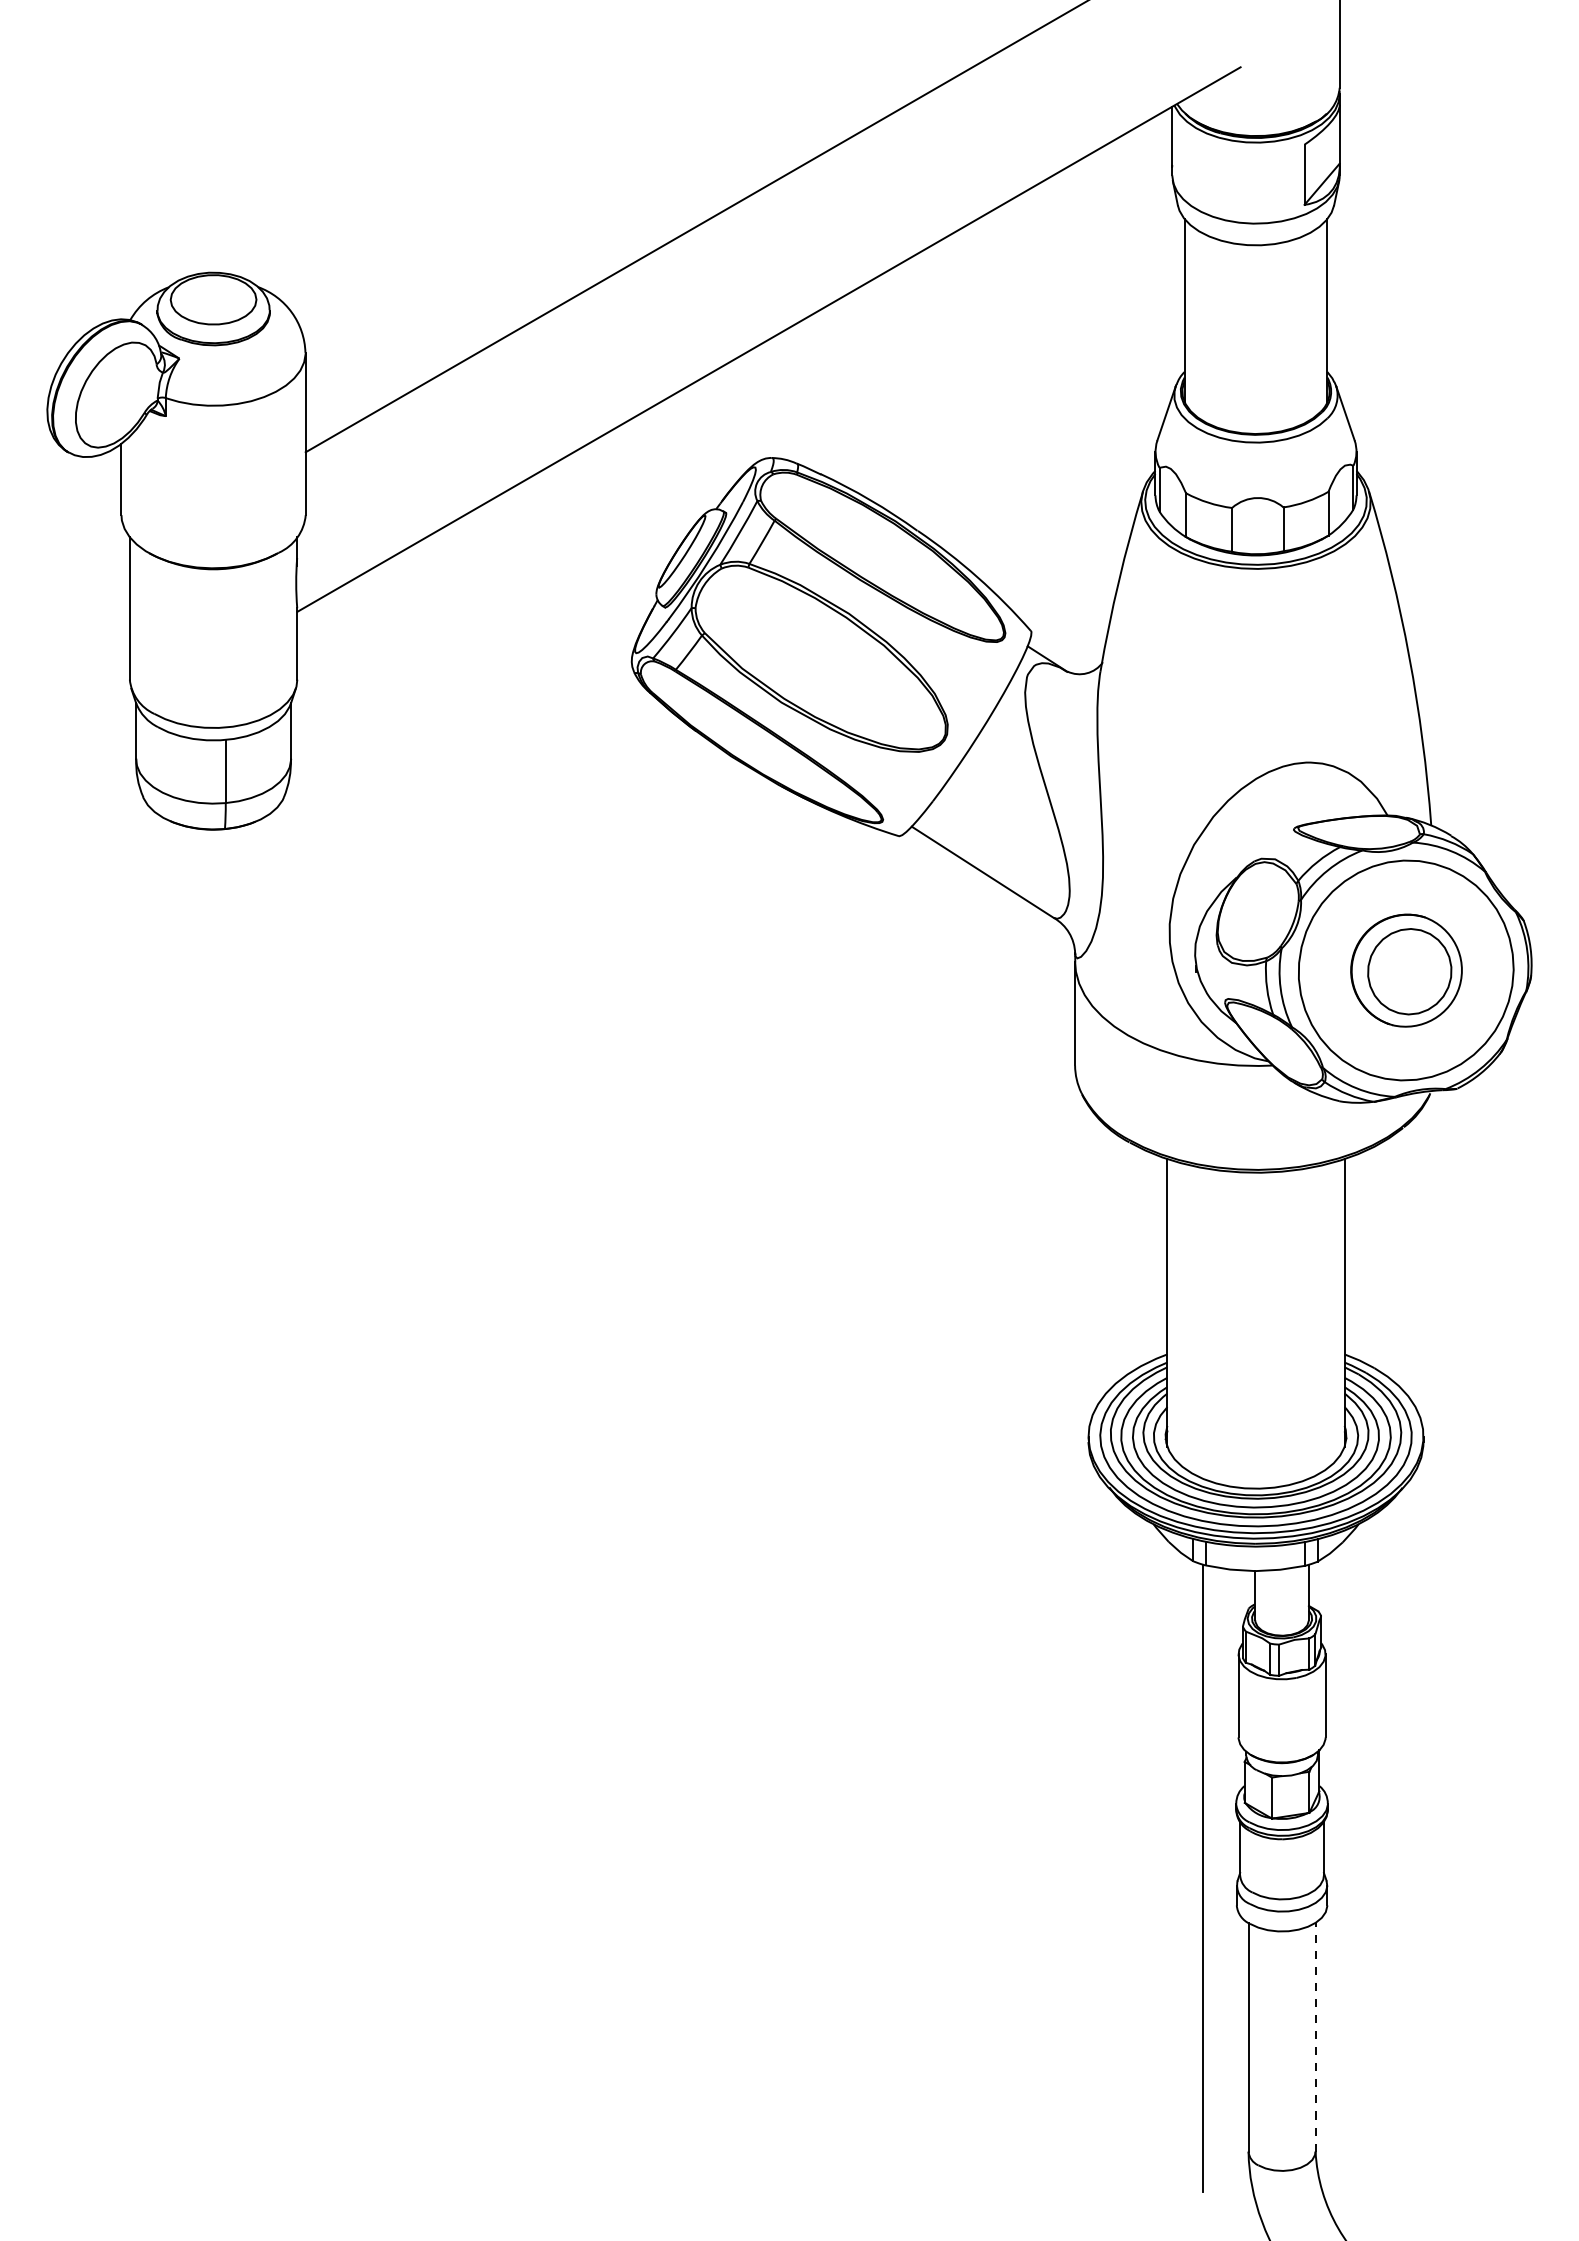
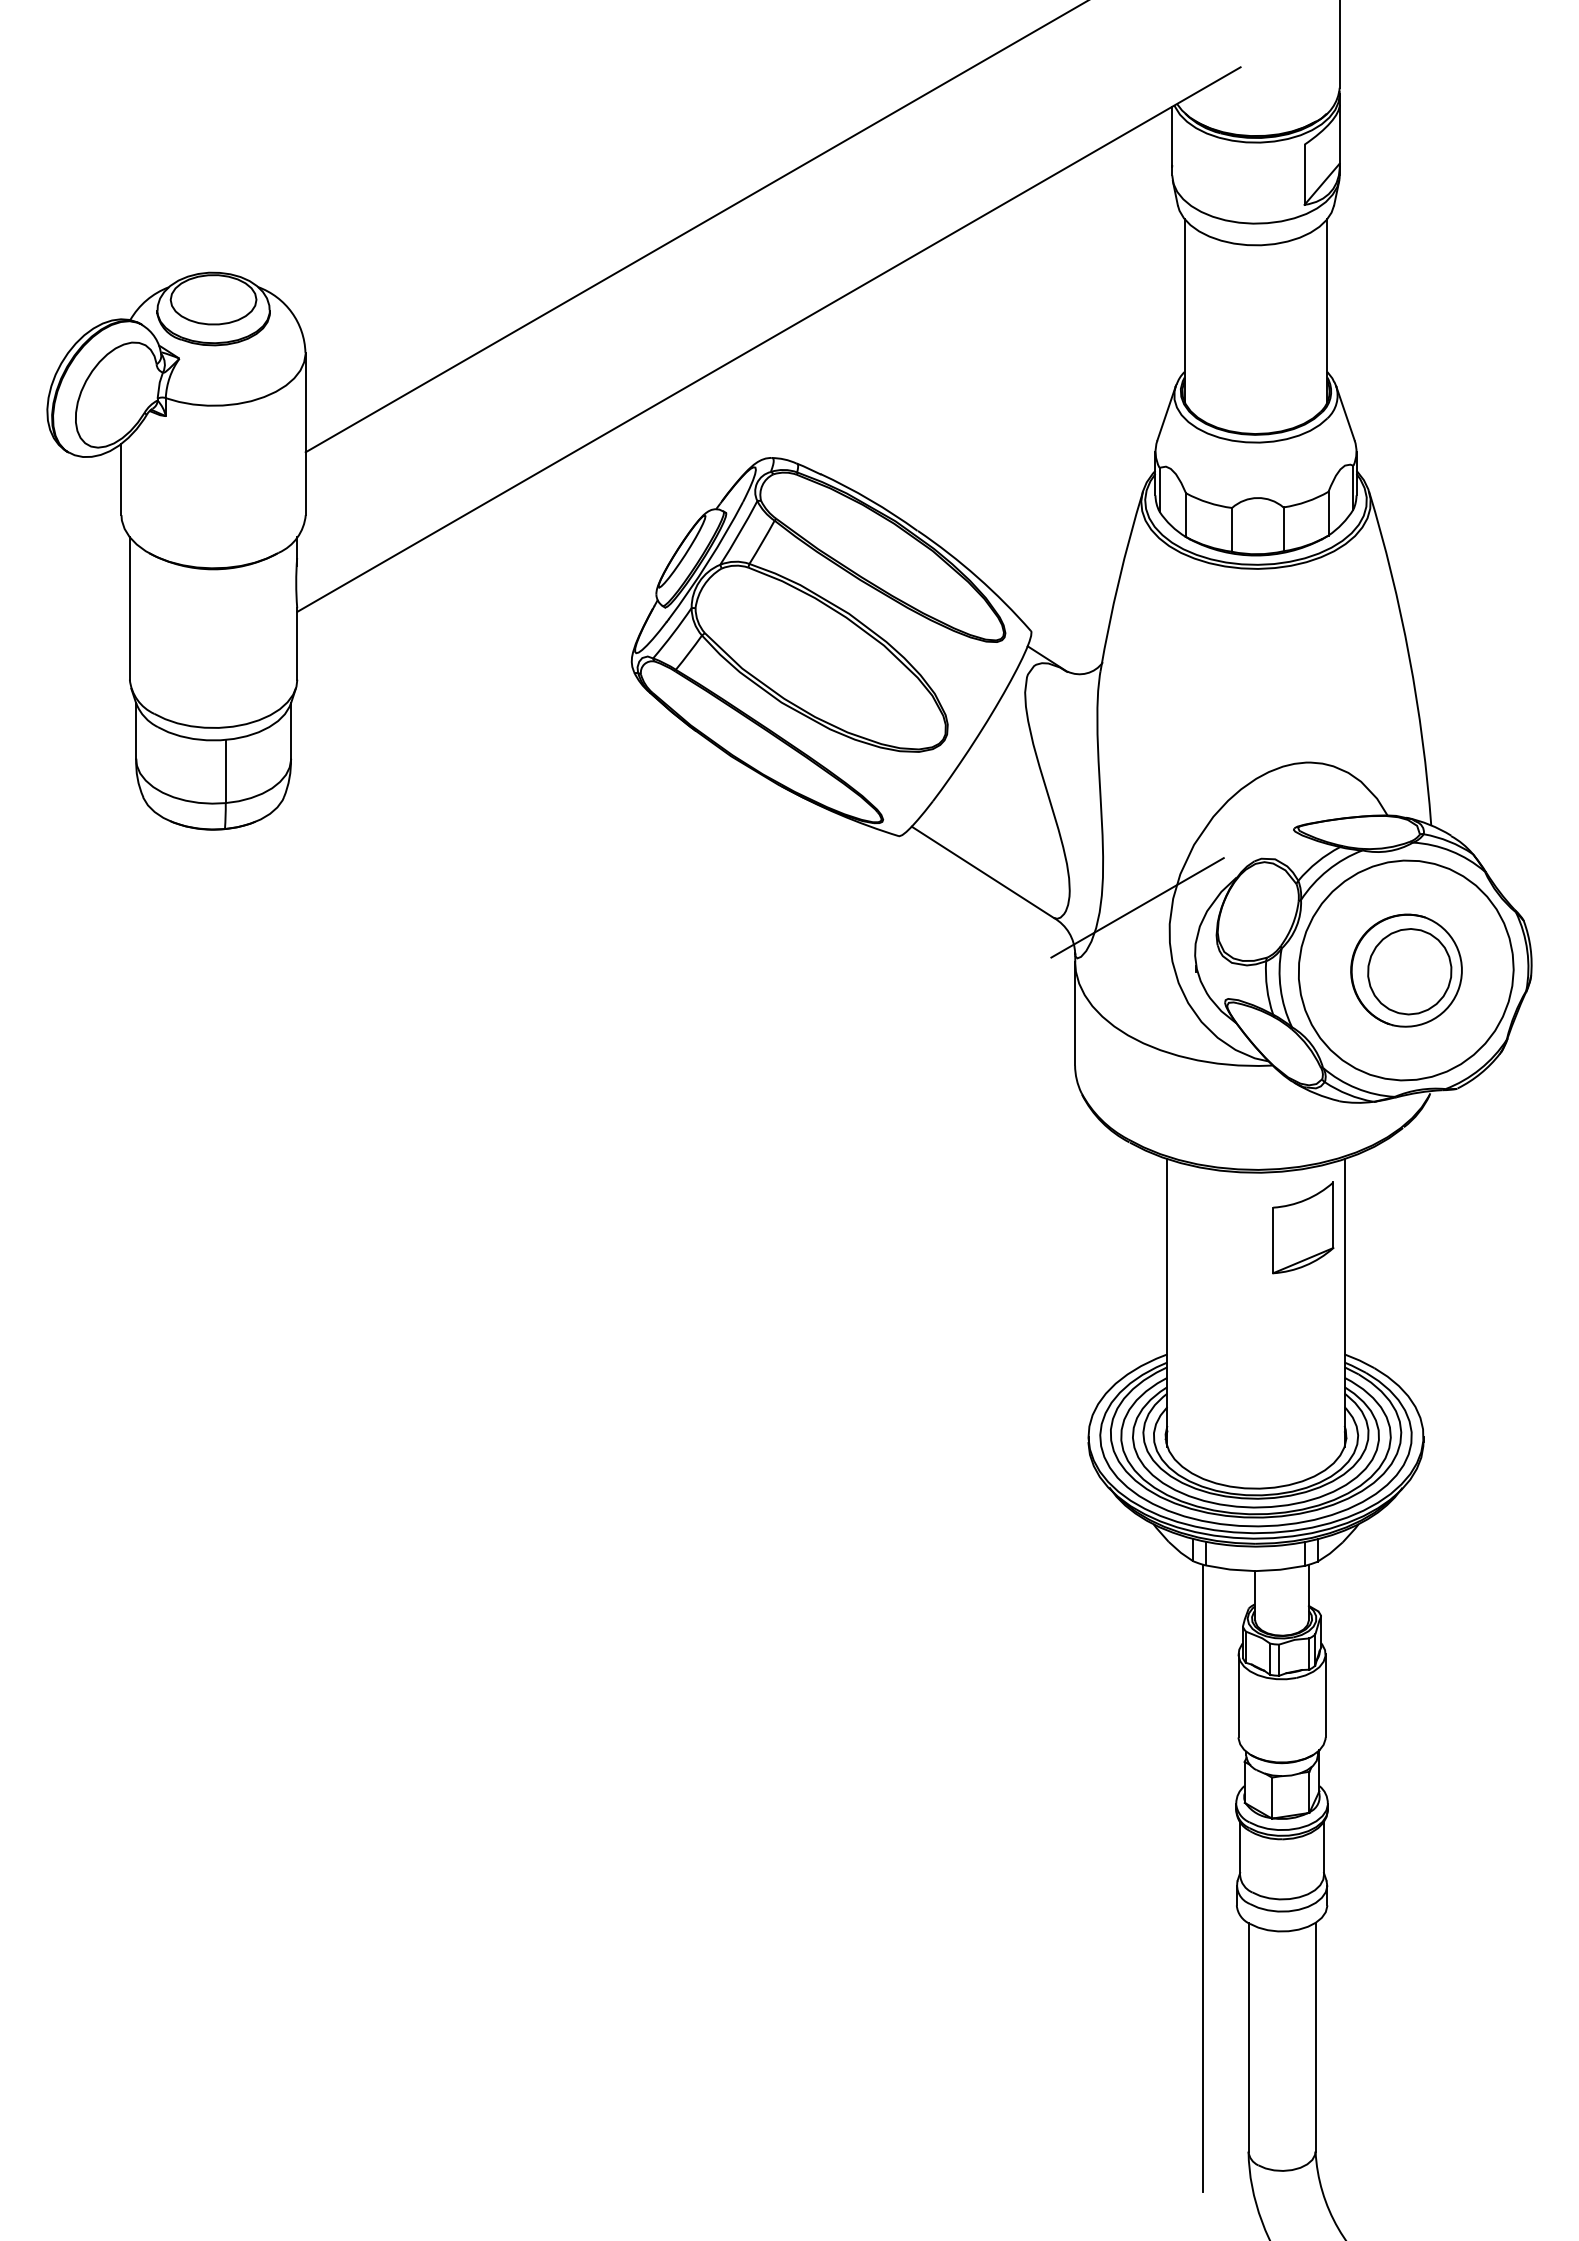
line at (1137, 907): none -> present
part at (1303, 1227): none -> present
line at (1315, 2036): dashed -> solid
